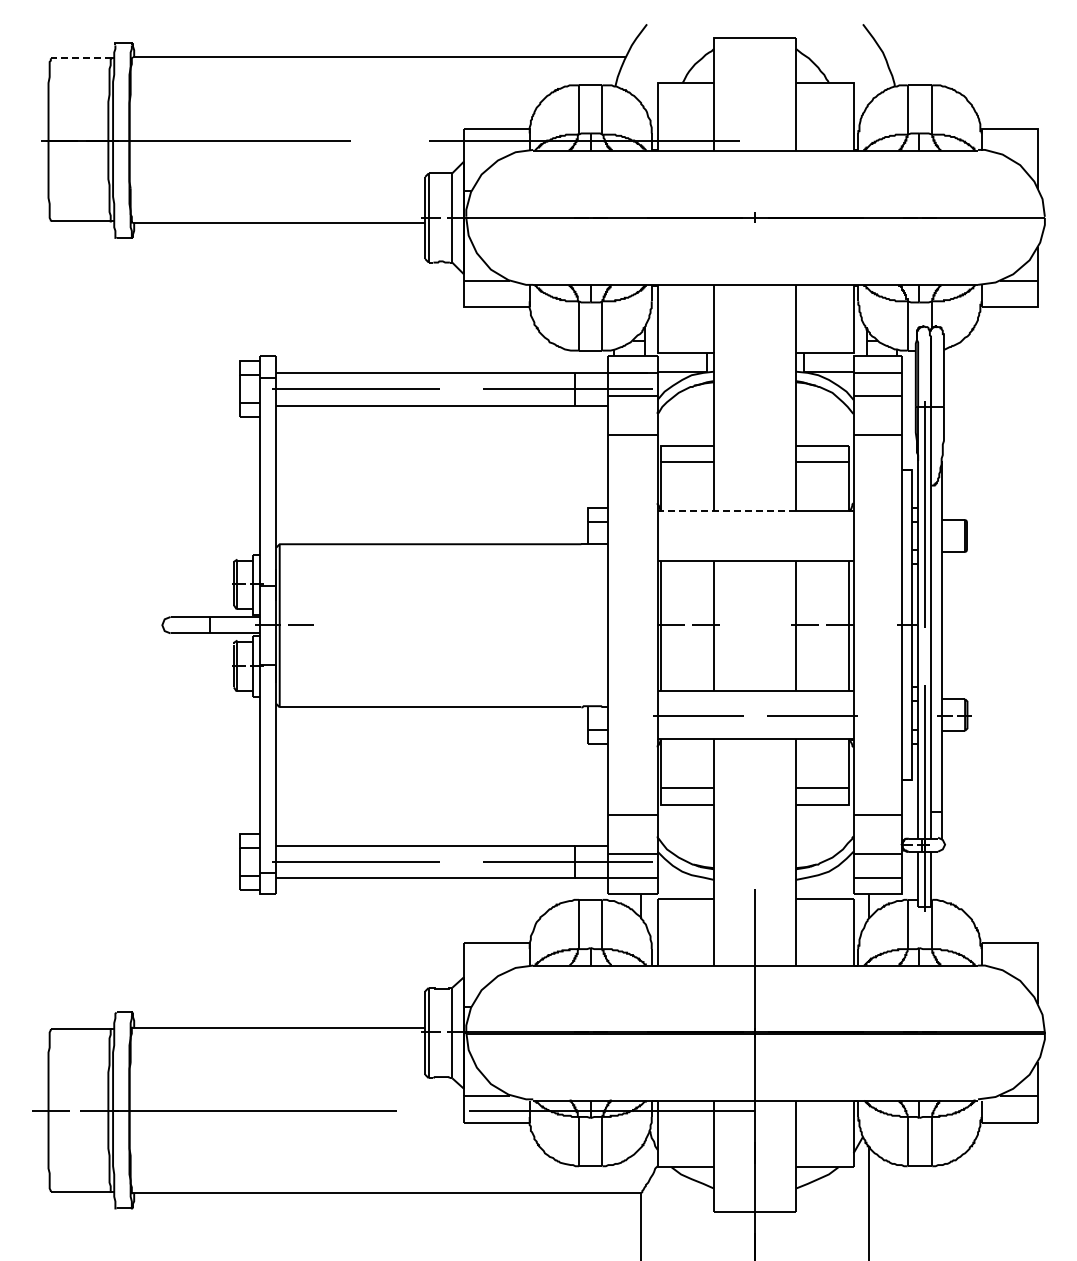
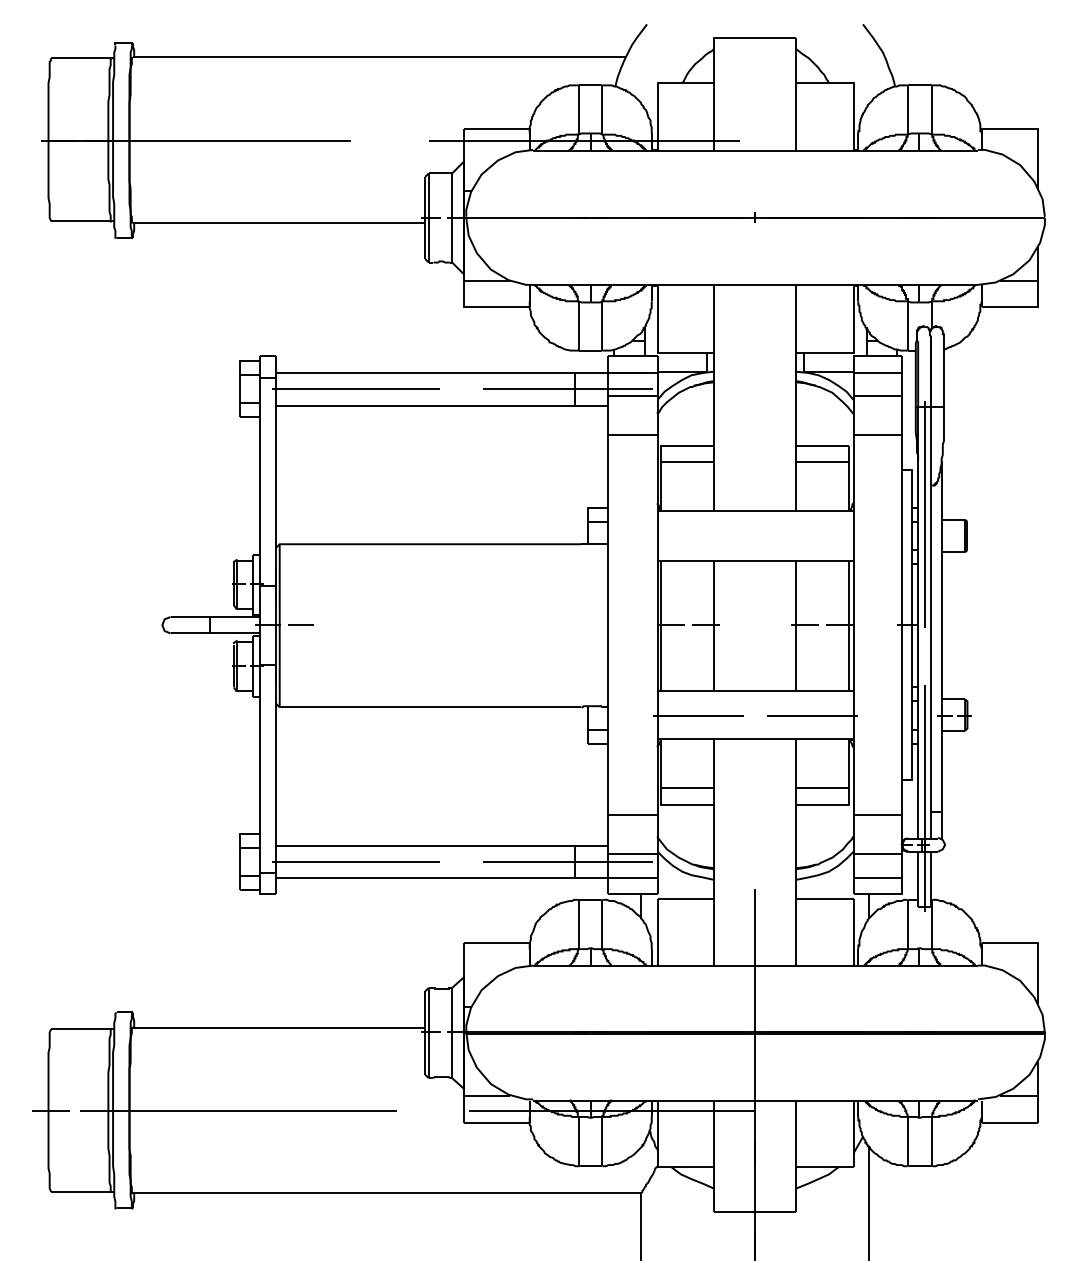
line at (81, 58): dashed -> solid
line at (726, 511): dashed -> solid
